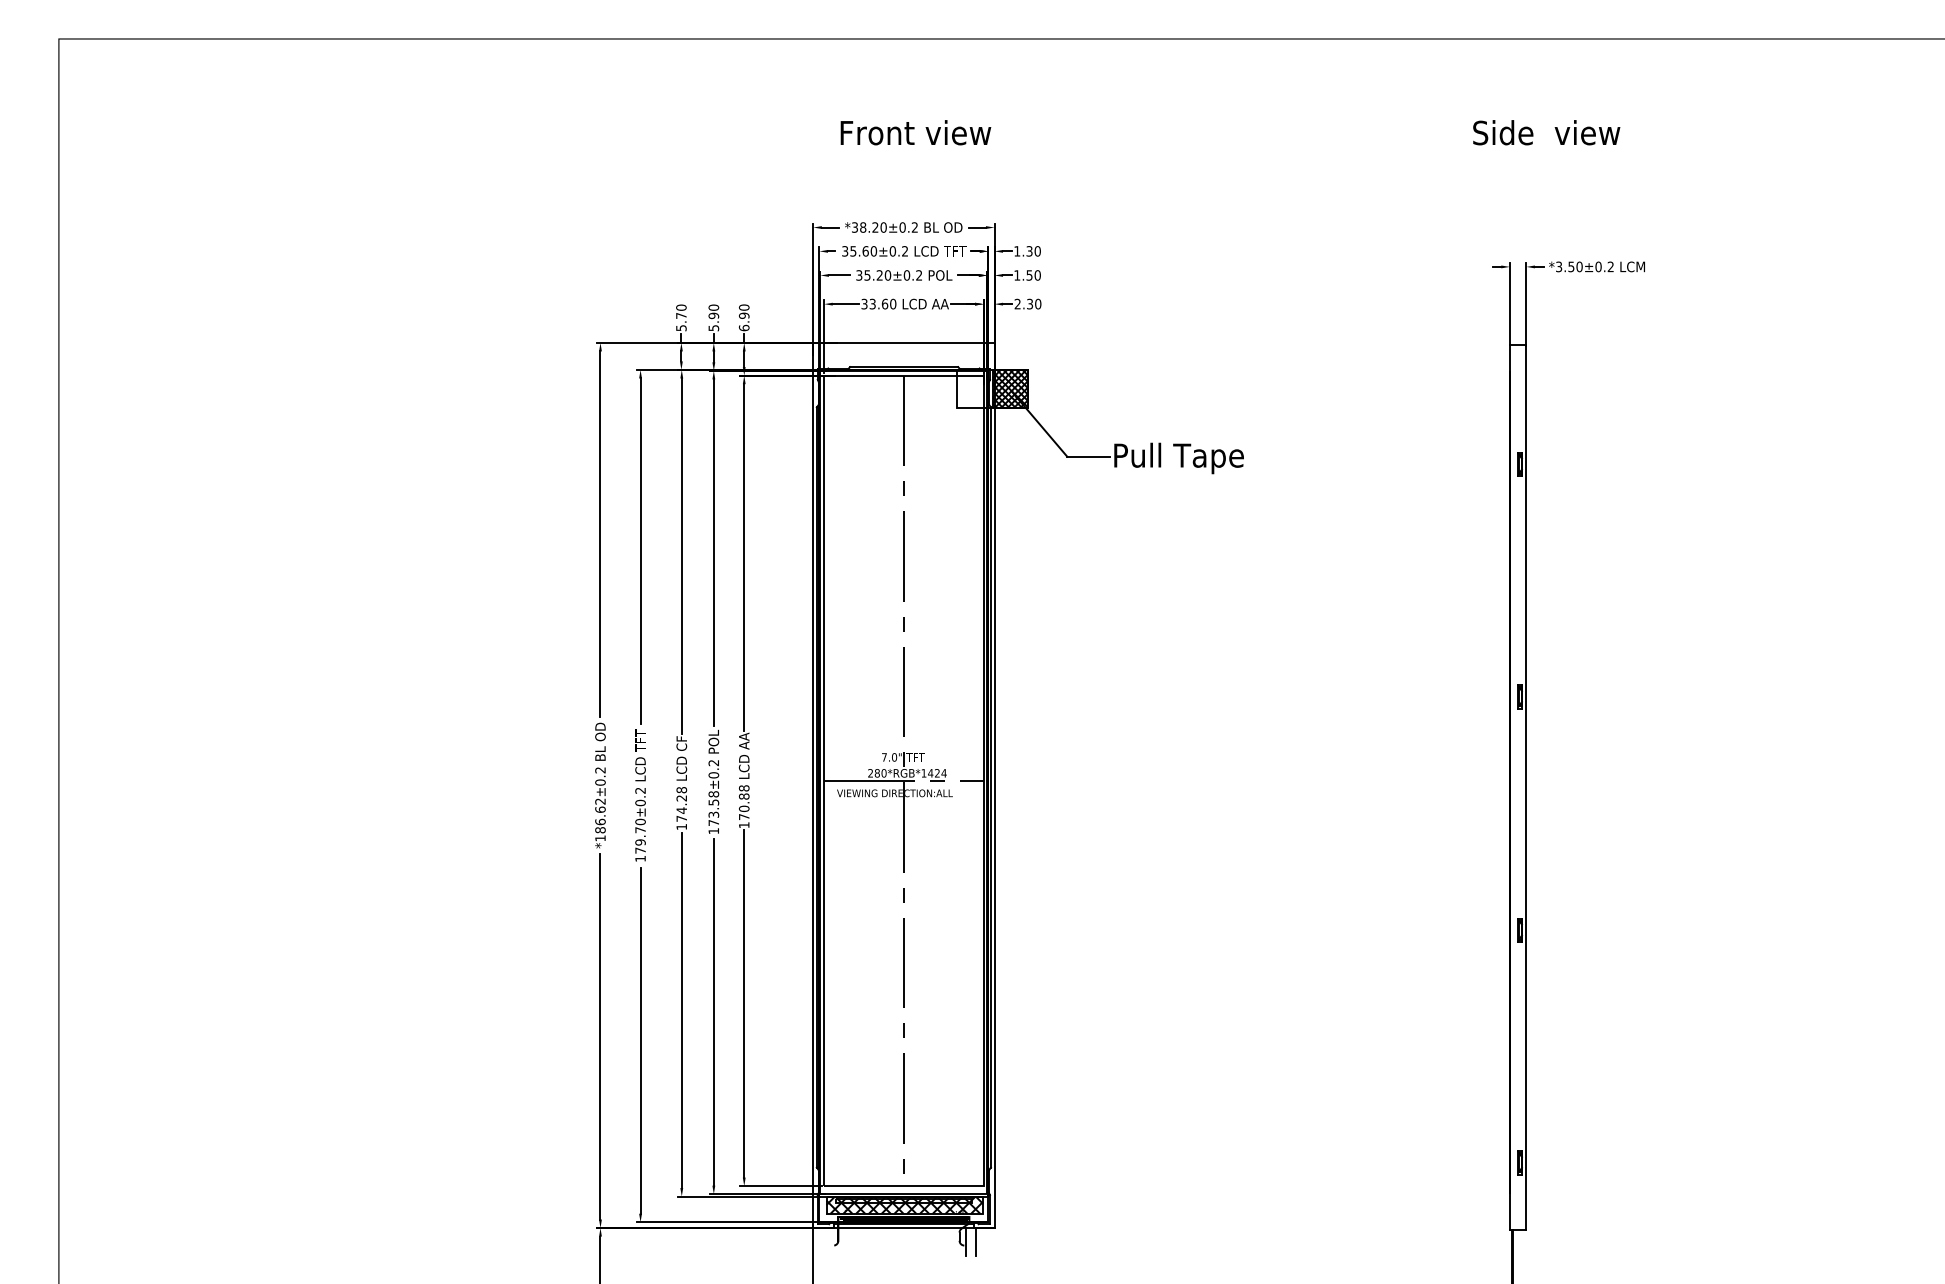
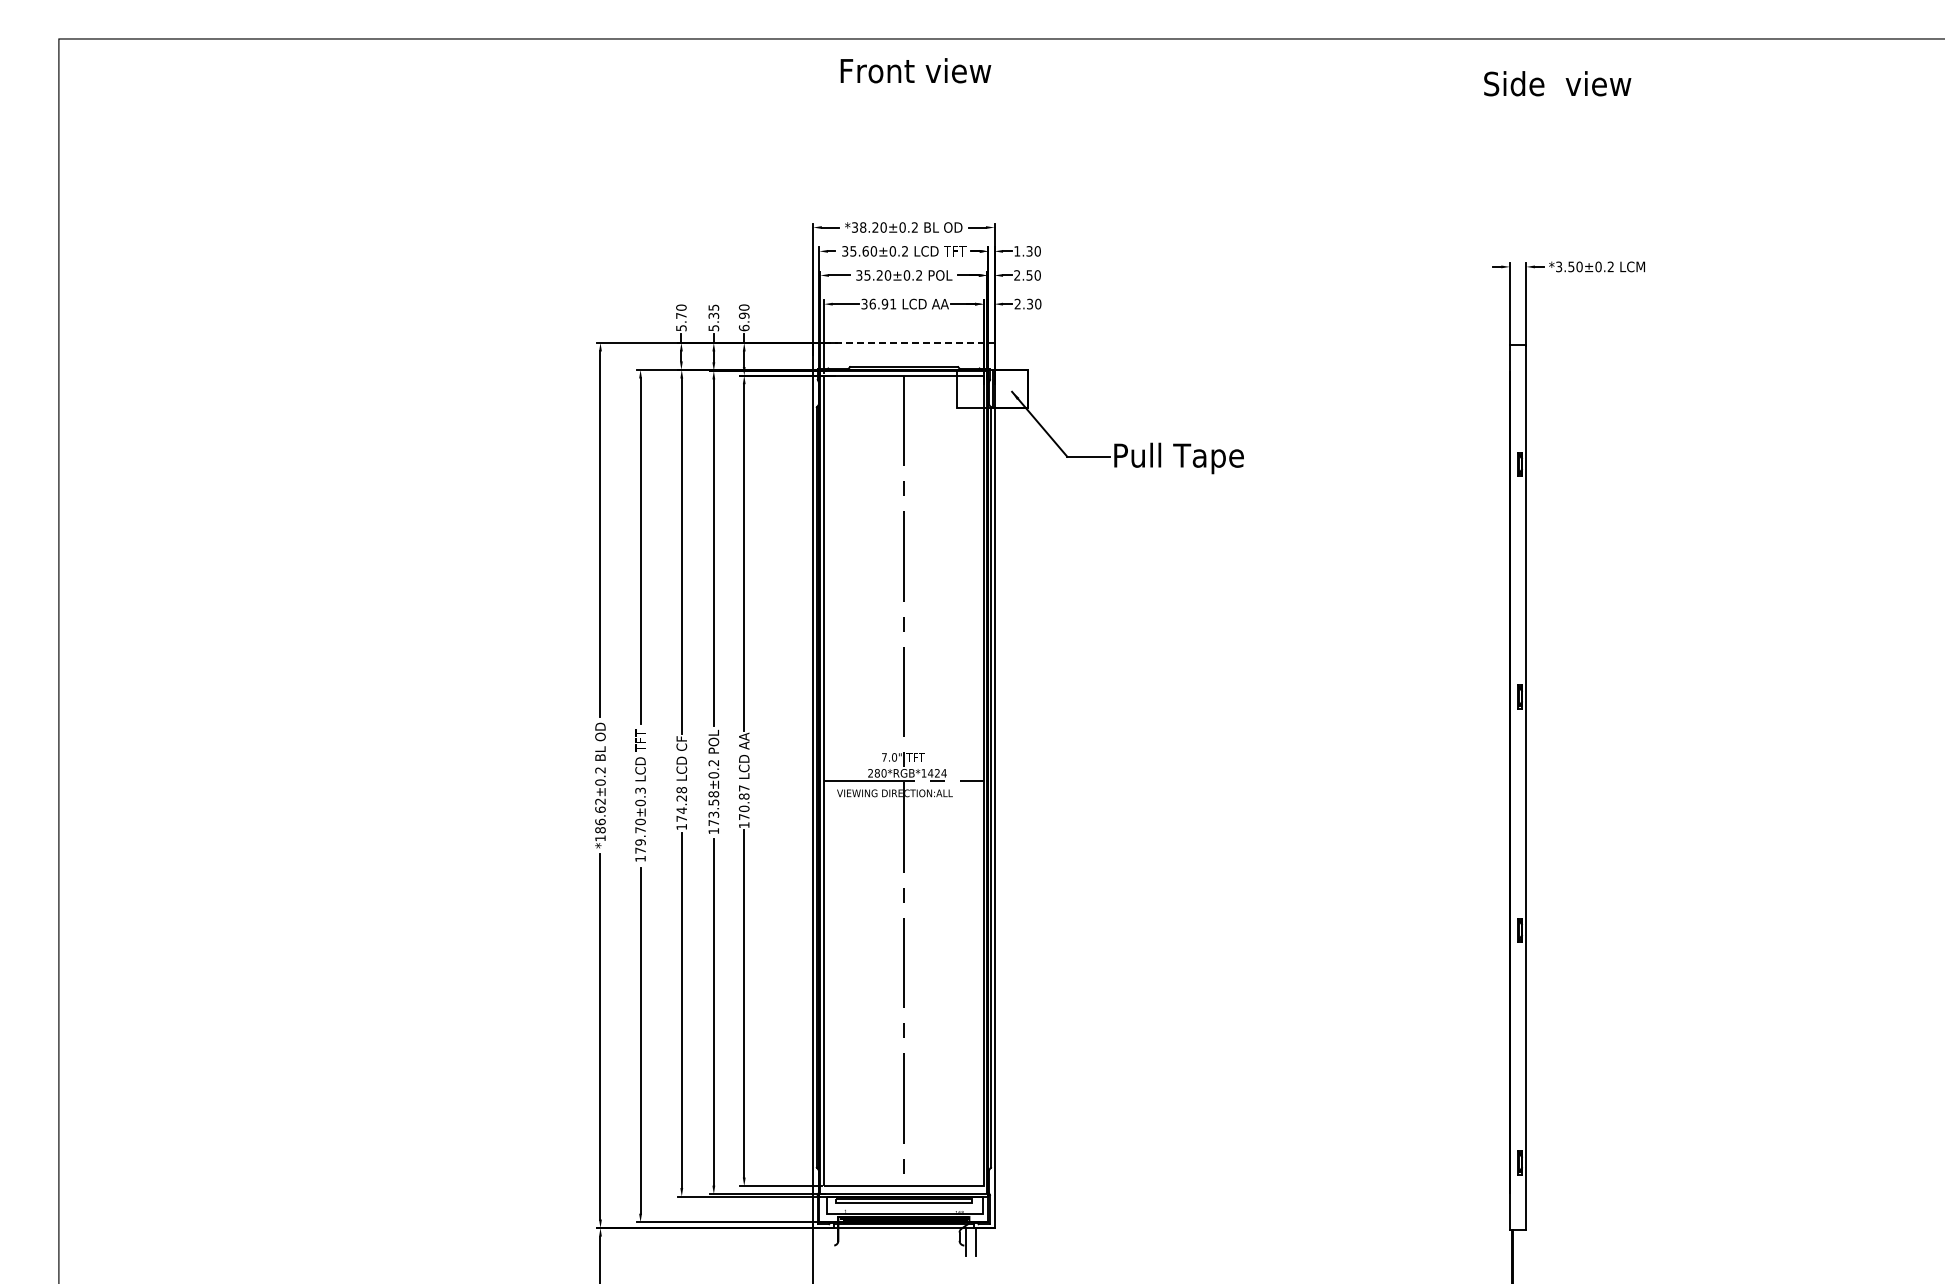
text at (915, 132) position: (915, 132) -> (915, 70)
text at (1546, 132) position: (1546, 132) -> (1557, 83)
text at (1016, 275): 1.50 -> 2.50
text at (882, 303): 33.60 -> 36.91
text at (713, 311): 5.90 -> 5.35
line at (903, 342): solid -> dashed
hatch at (1010, 388): present -> none
text at (743, 788): 170.88 -> 170.87
text at (640, 790): 179.70±0.2 -> 179.70±0.3
hatch at (904, 1205): present -> none
